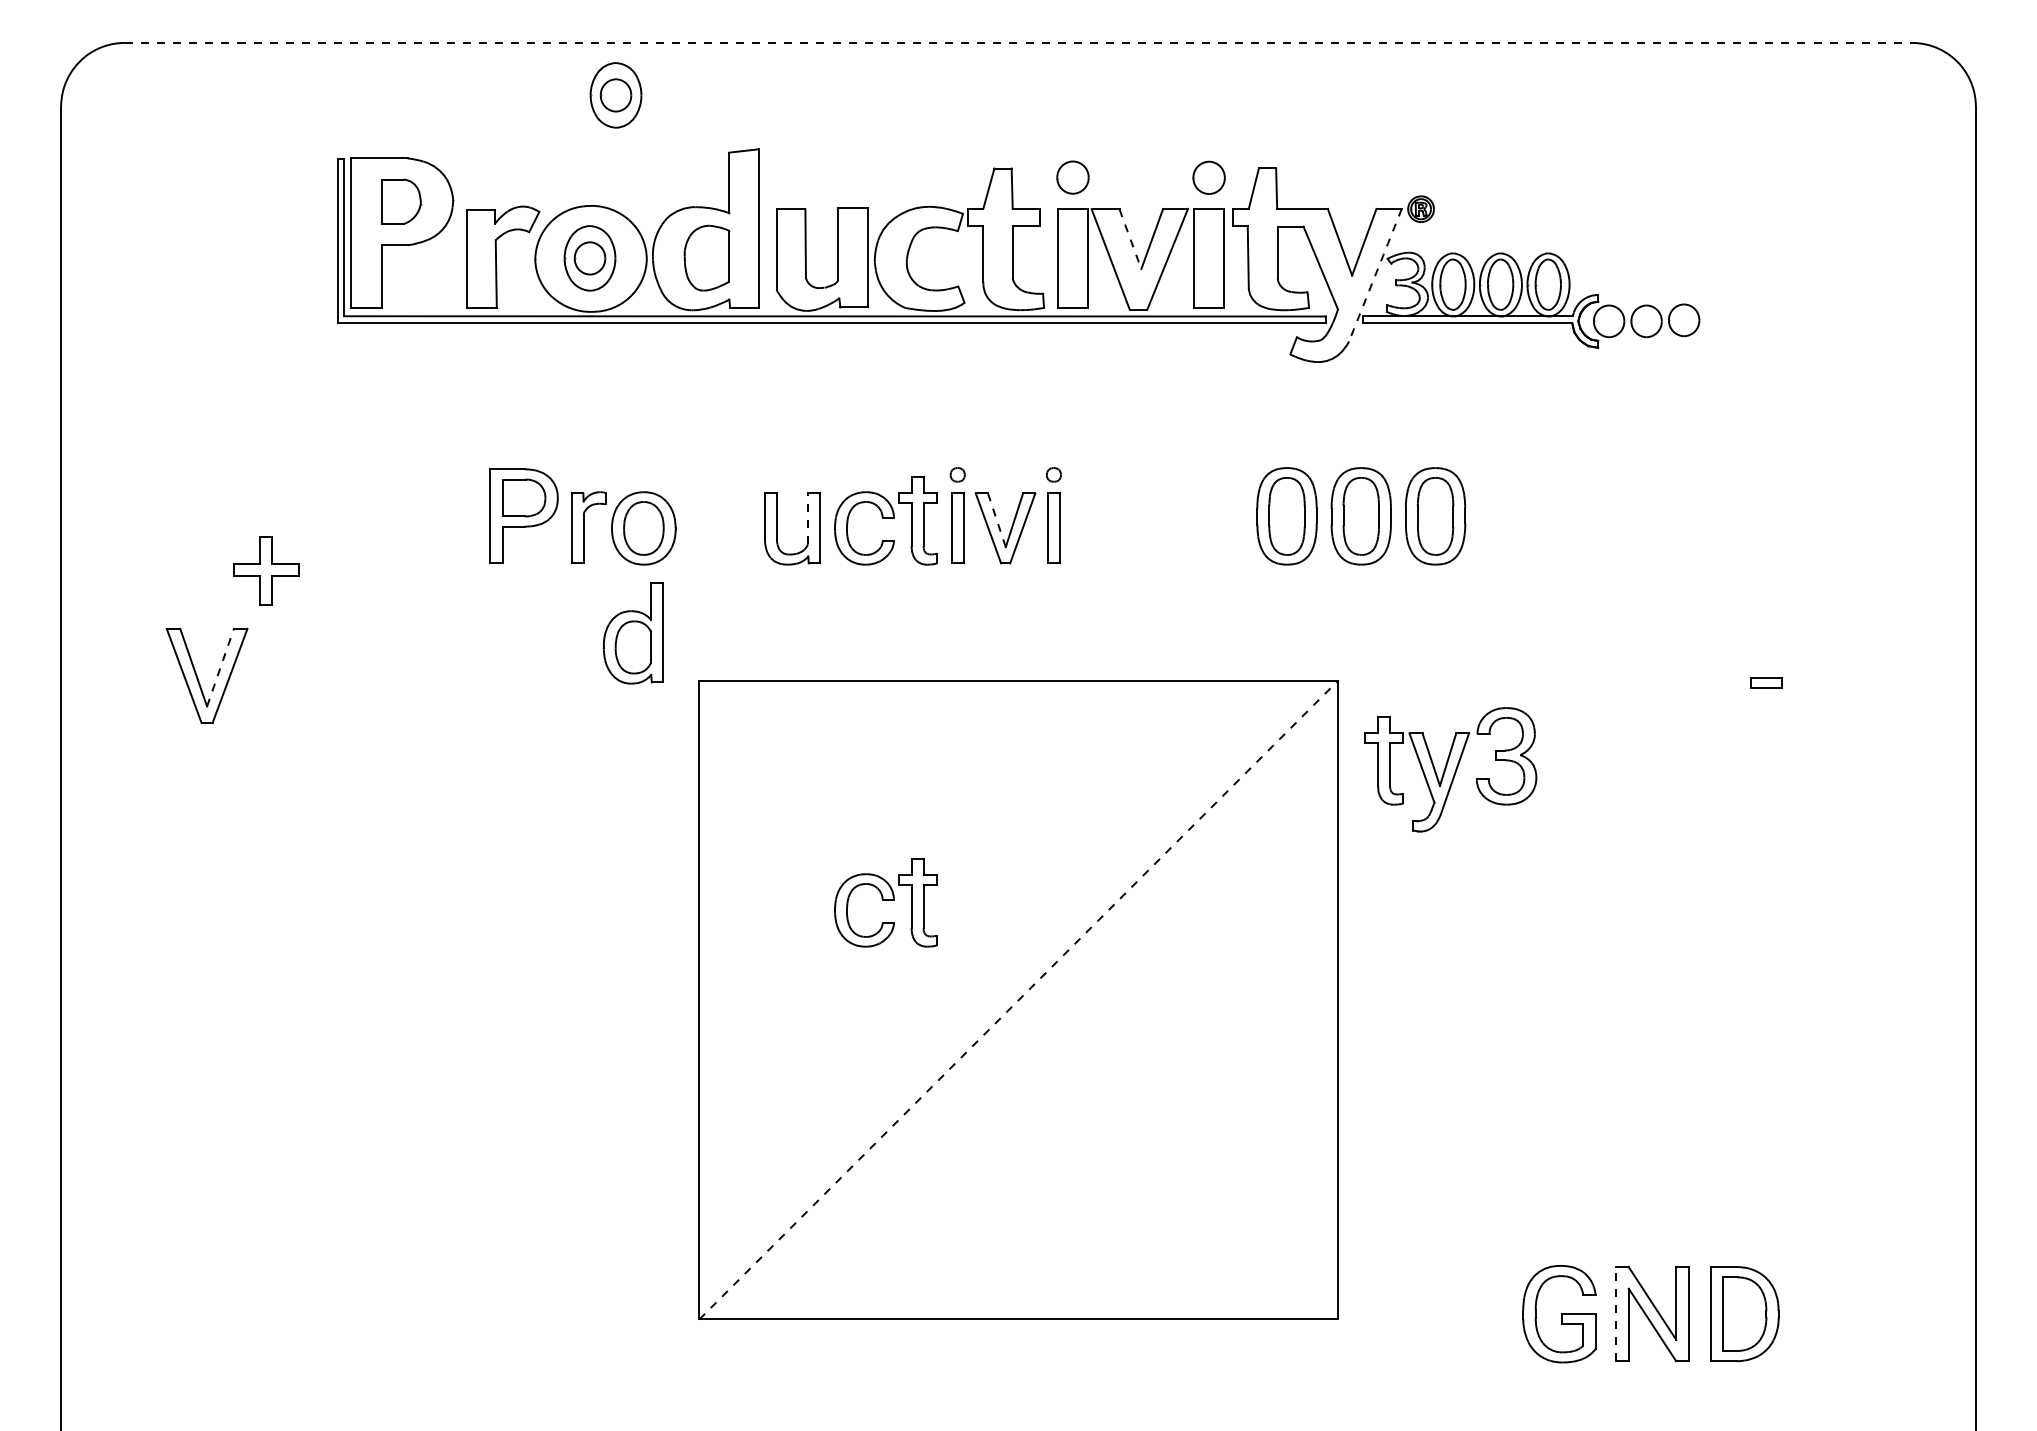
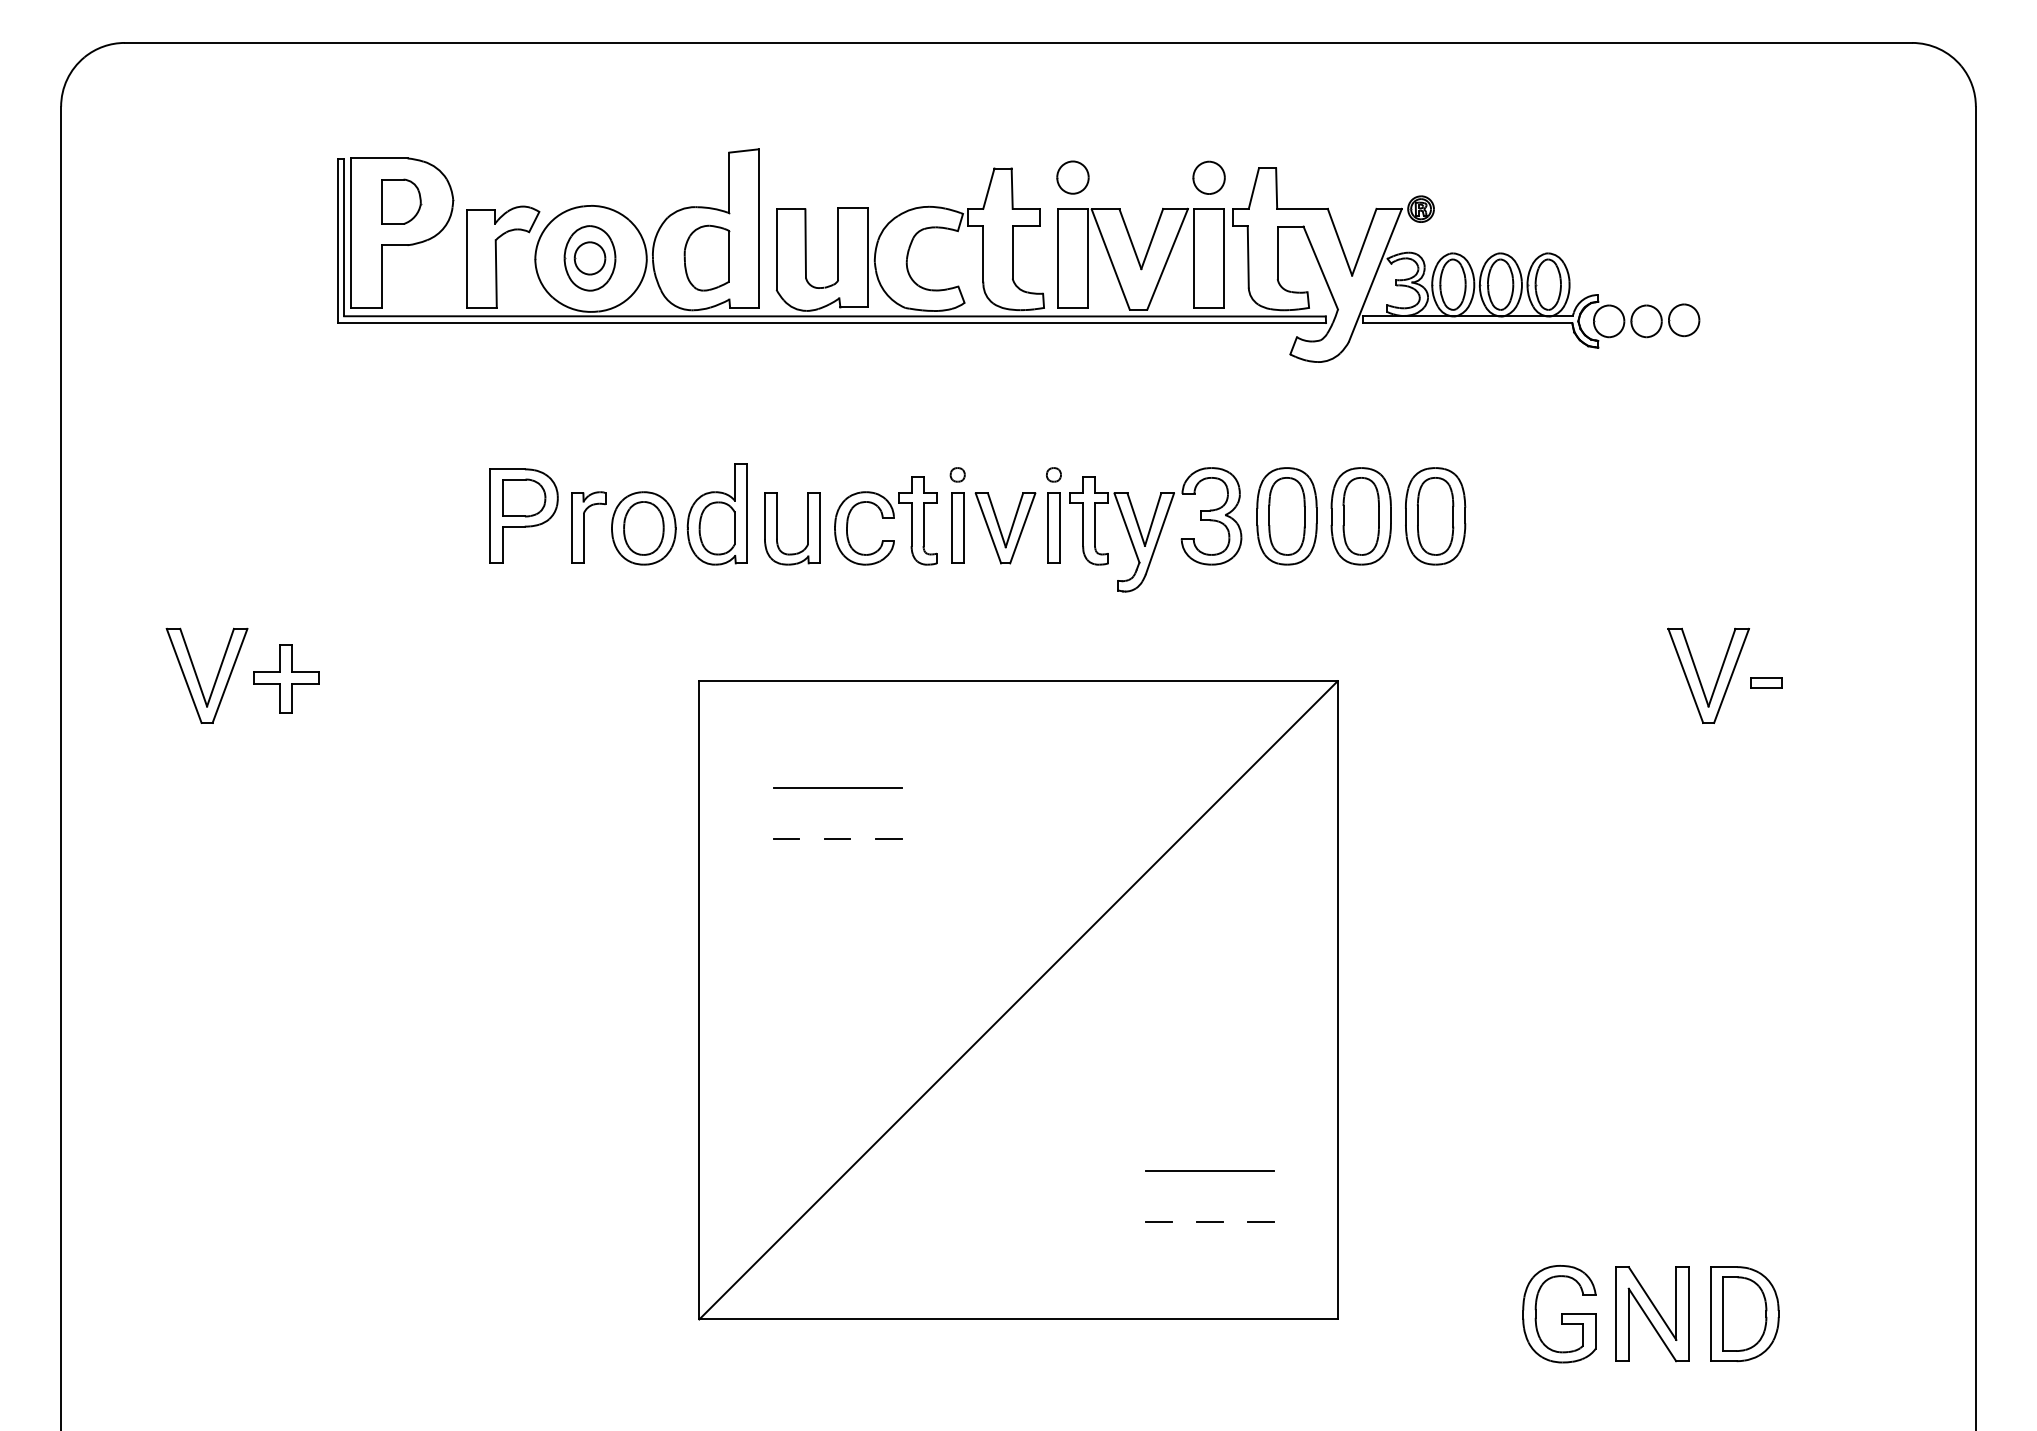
line at (1018, 42): dashed -> solid
part at (615, 95): present -> none
line at (1130, 239): dashed -> solid
line at (1375, 275): dashed -> solid
line at (808, 518): dashed -> solid
line at (997, 520): dashed -> solid
part at (266, 570) position: (266, 570) -> (286, 678)
part at (632, 633) position: (632, 633) -> (716, 514)
line at (220, 667): dashed -> solid
part at (1700, 679): none -> present
part at (1450, 769) position: (1450, 769) -> (1155, 529)
line at (837, 787): none -> present
line at (786, 838): none -> present
line at (837, 838): none -> present
line at (888, 838): none -> present
part at (885, 902): present -> none
line at (1018, 1000): dashed -> solid
line at (1209, 1170): none -> present
line at (1158, 1221): none -> present
line at (1209, 1221): none -> present
line at (1260, 1221): none -> present
line at (1616, 1313): dashed -> solid
